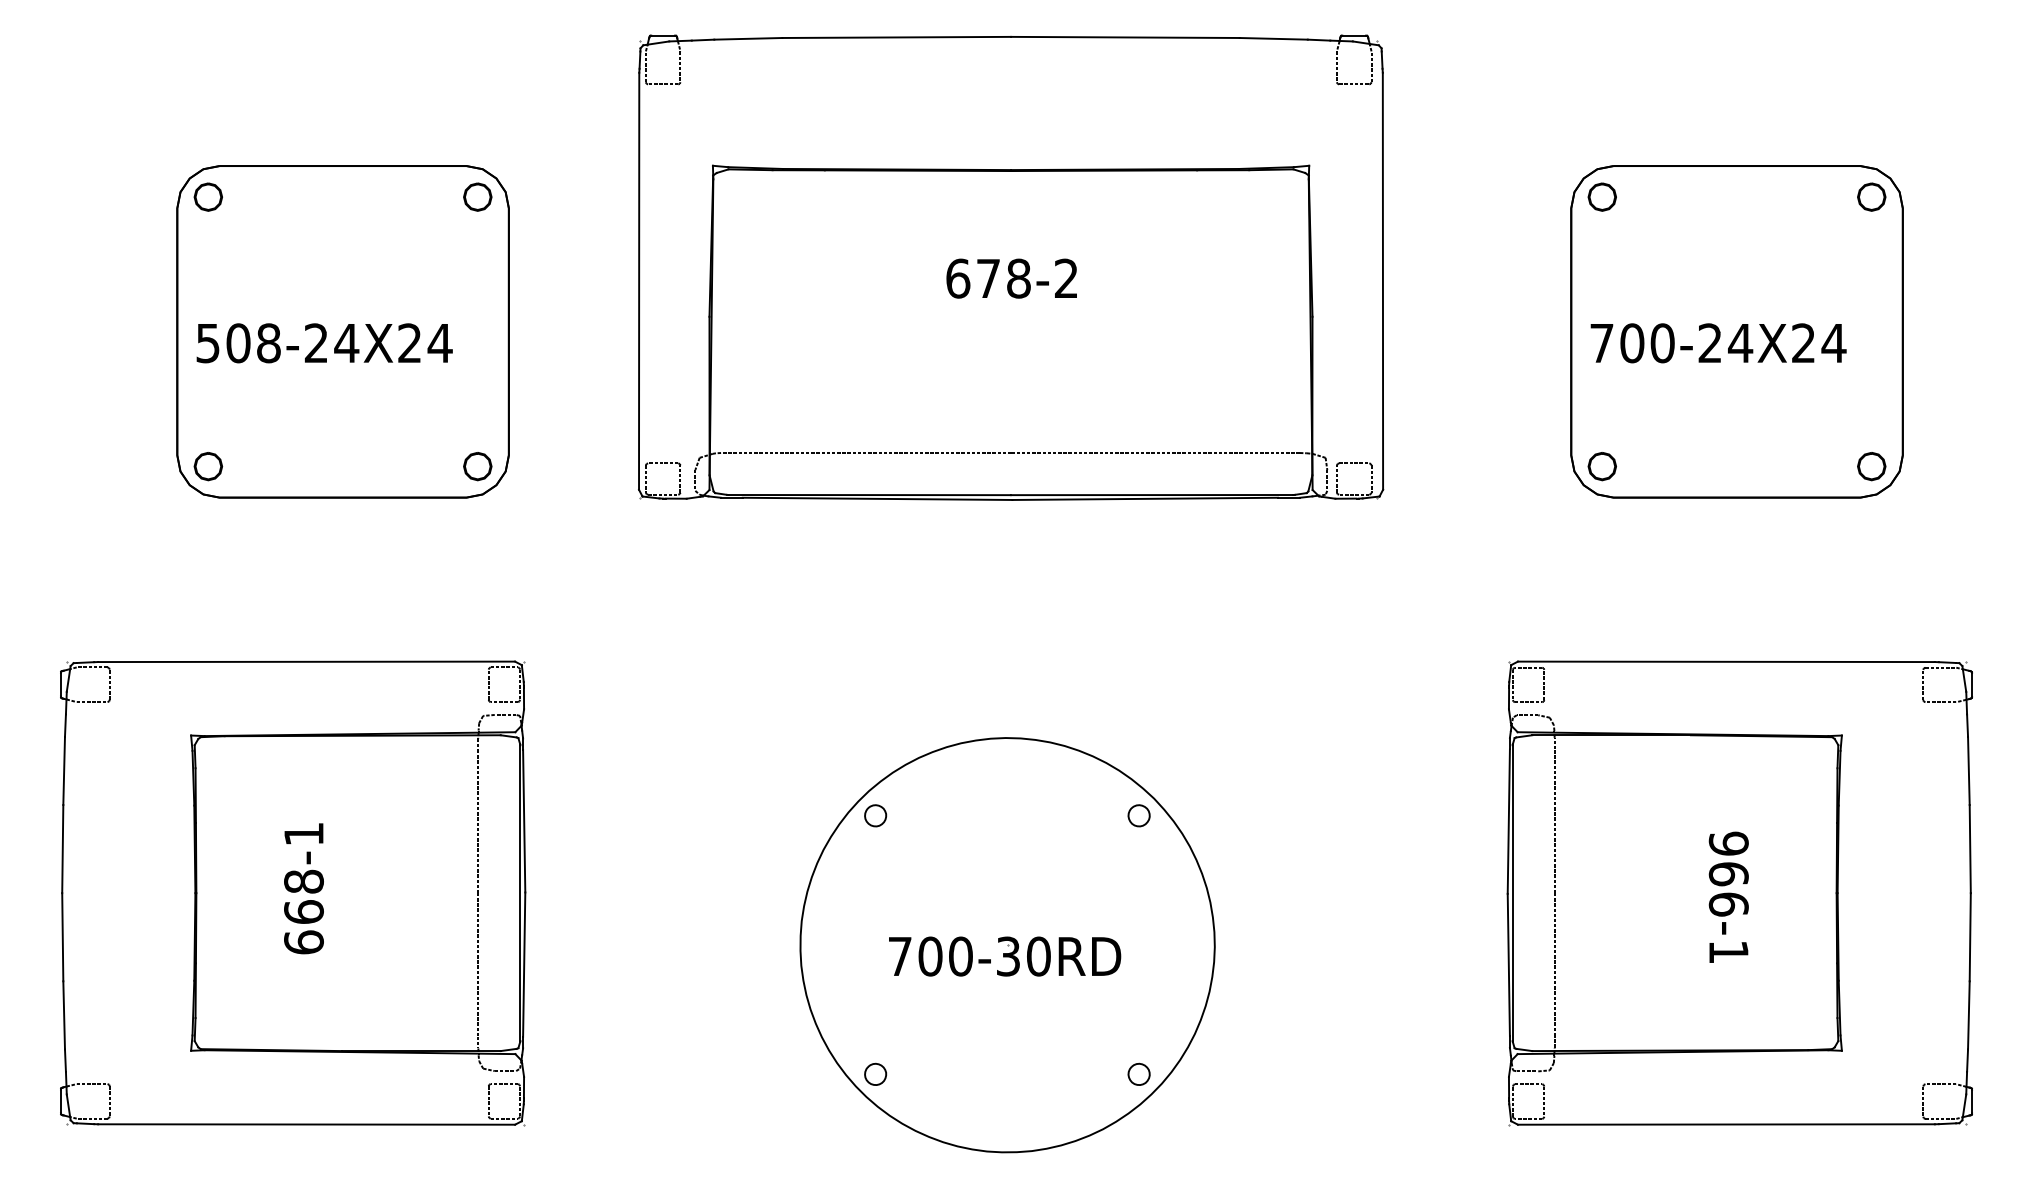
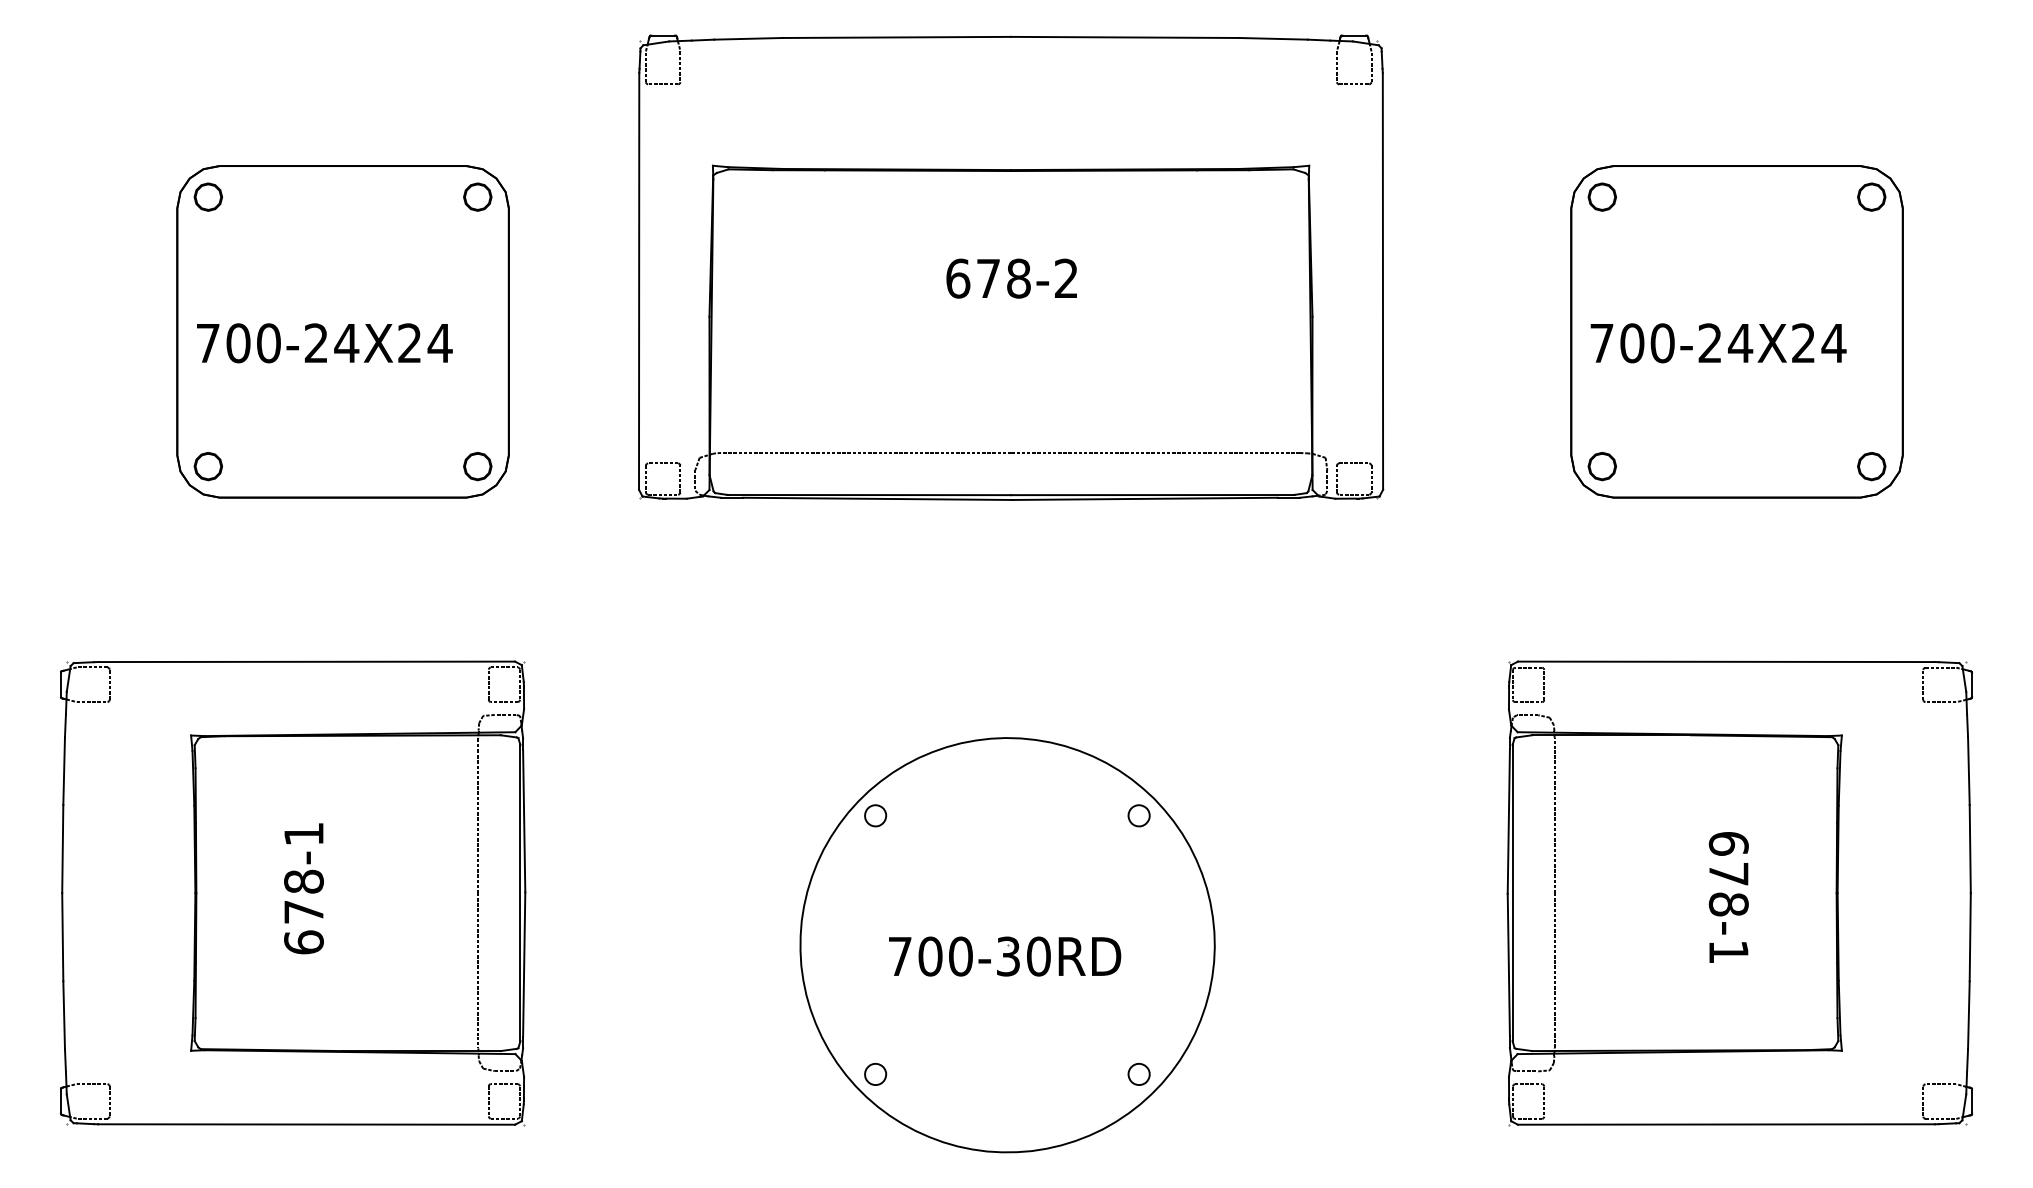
text at (238, 343): 508-24X24 -> 700-24X24
text at (1728, 873): 966-1 -> 678-1
text at (303, 911): 668-1 -> 678-1
